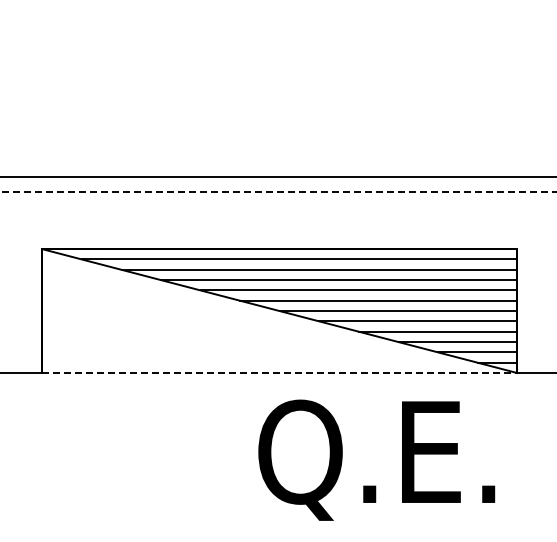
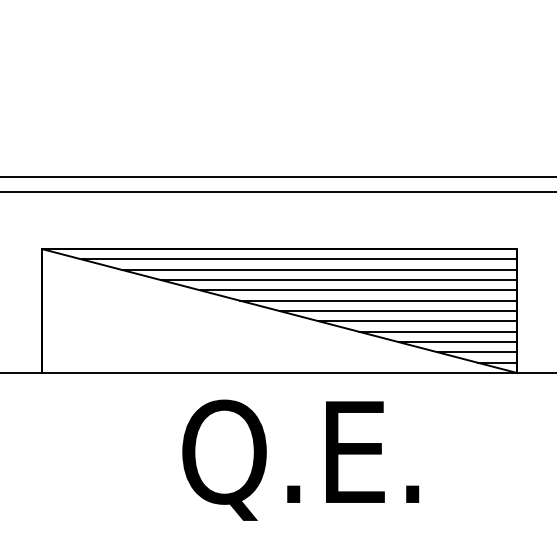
line at (278, 192): dashed -> solid
line at (280, 373): dashed -> solid
text at (376, 459) position: (376, 459) -> (300, 459)
